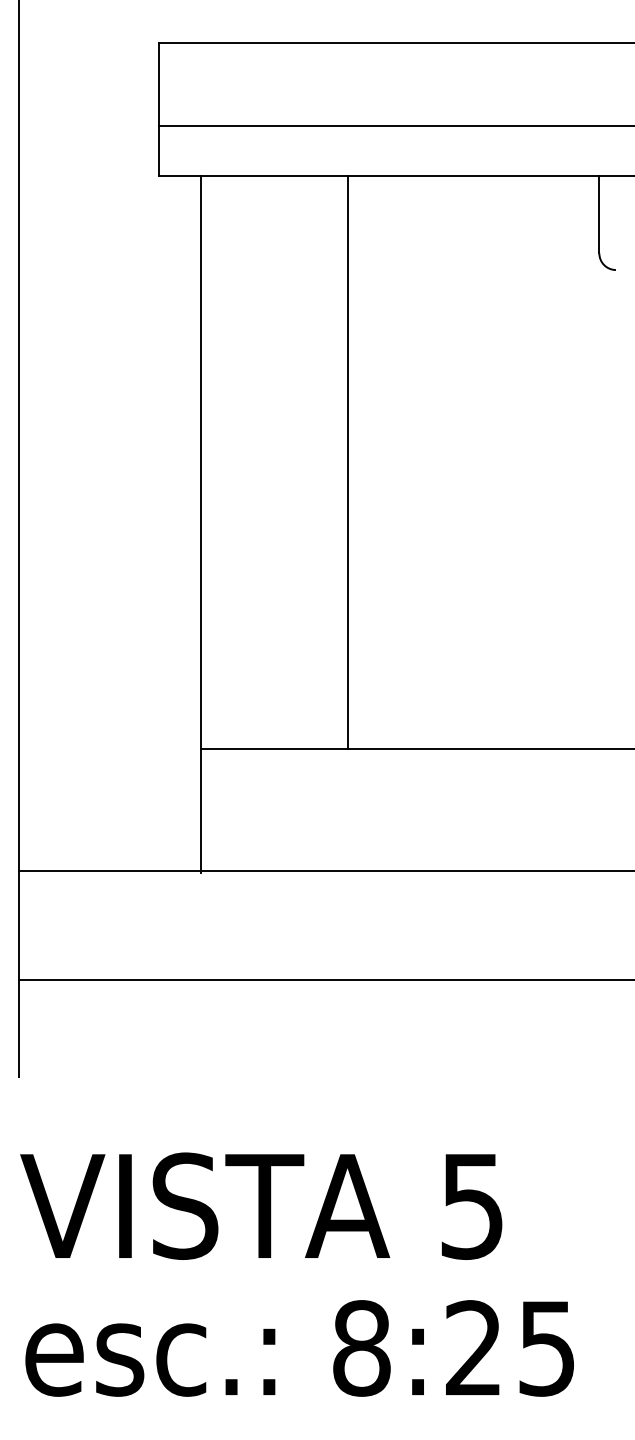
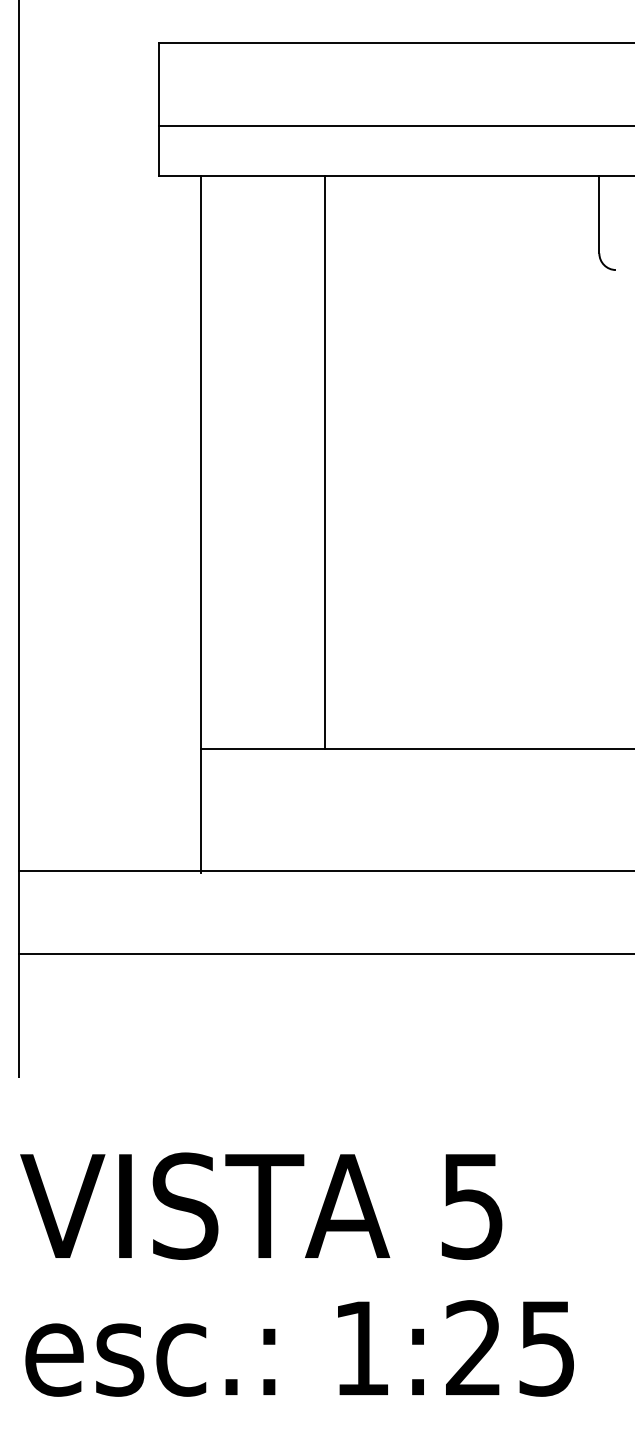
line at (348, 462) position: (348, 462) -> (325, 462)
line at (325, 979) position: (325, 979) -> (325, 953)
text at (361, 1348): 8:25 -> 1:25
